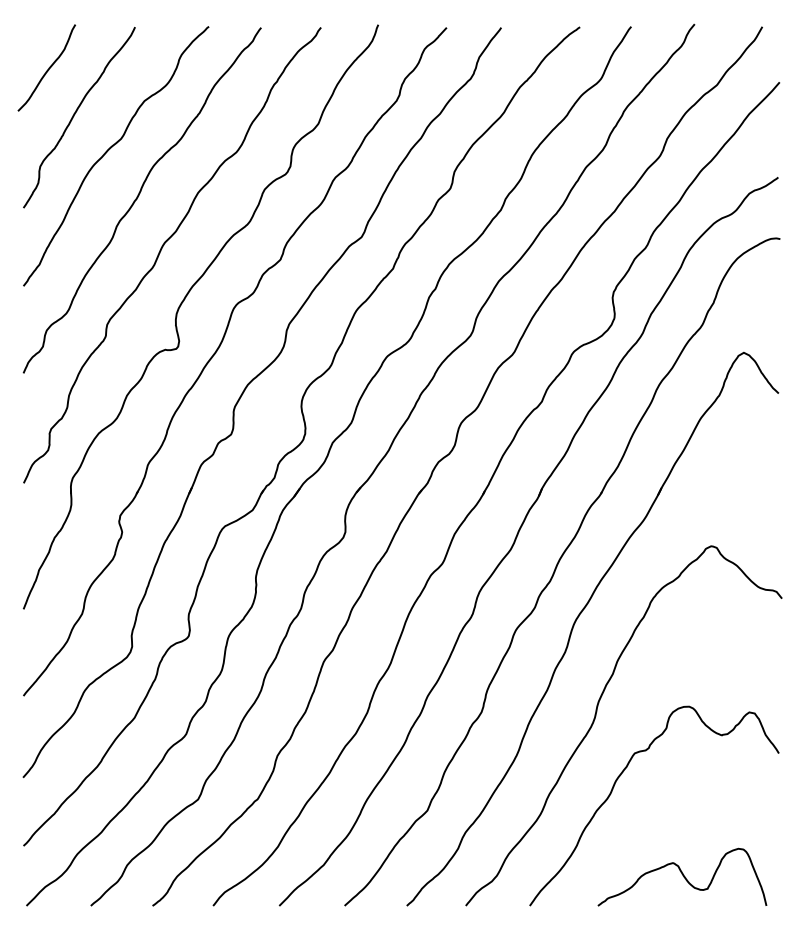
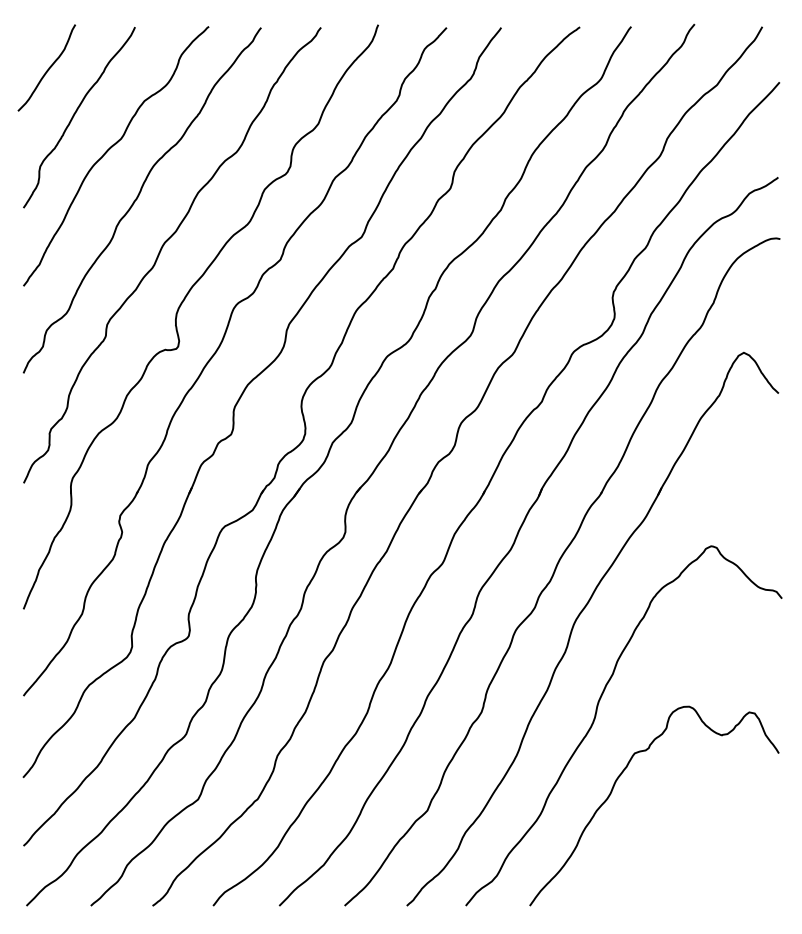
curve at (682, 875): present -> none
